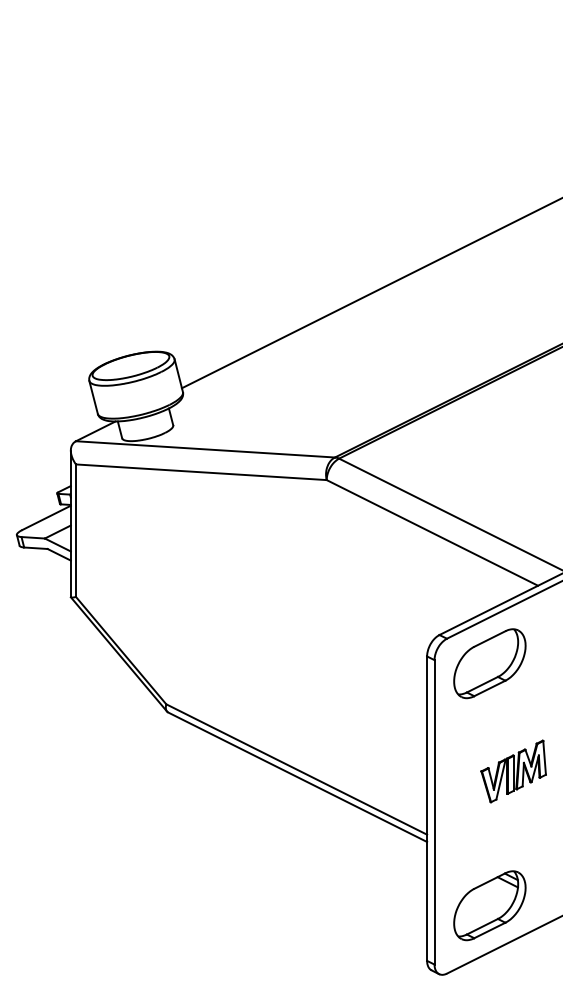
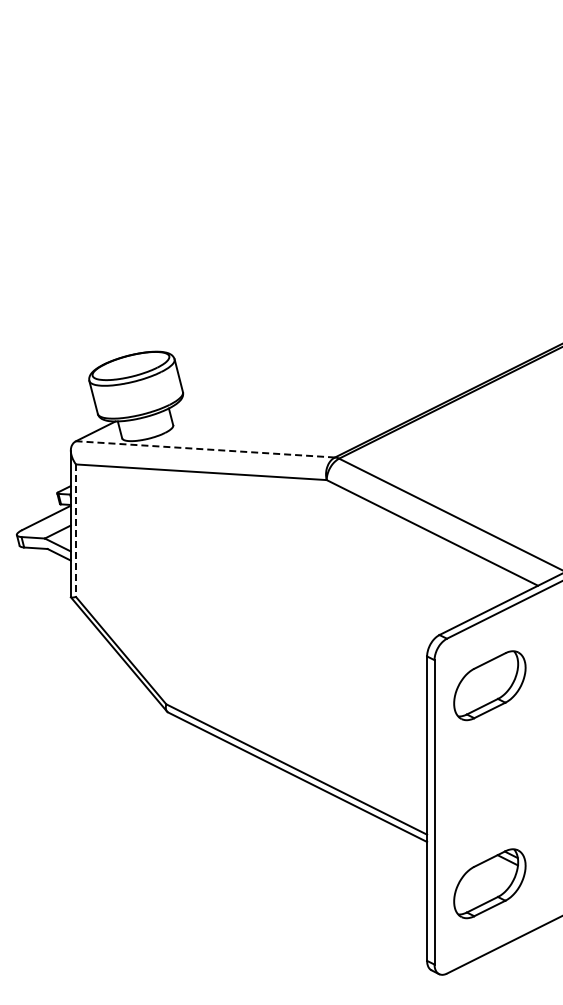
line at (370, 293): present -> none
line at (205, 449): solid -> dashed
line at (76, 531): solid -> dashed
part at (489, 663) position: (489, 663) -> (489, 685)
part at (513, 771): present -> none
part at (489, 905) position: (489, 905) -> (489, 883)
